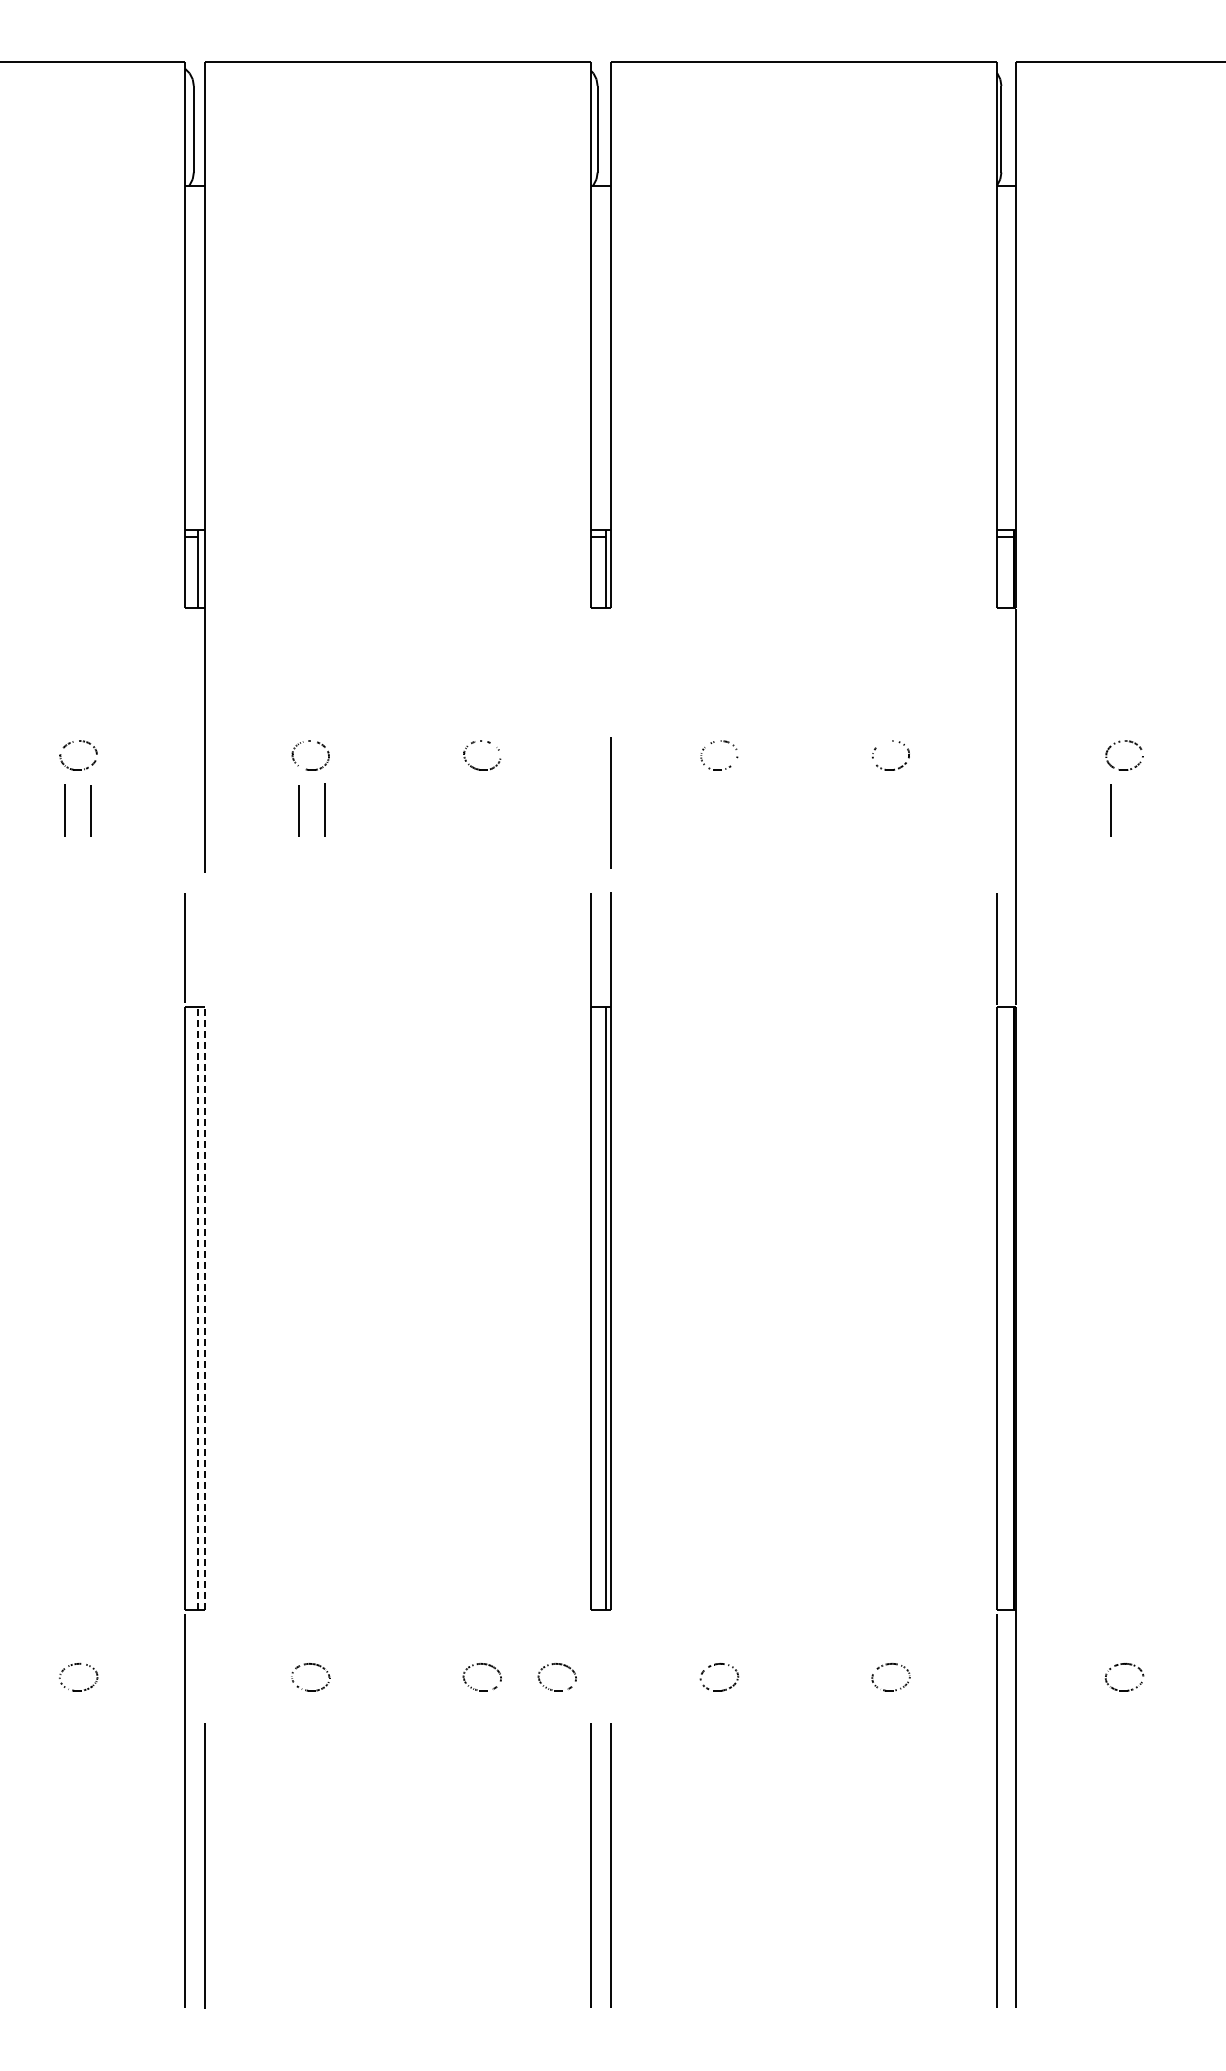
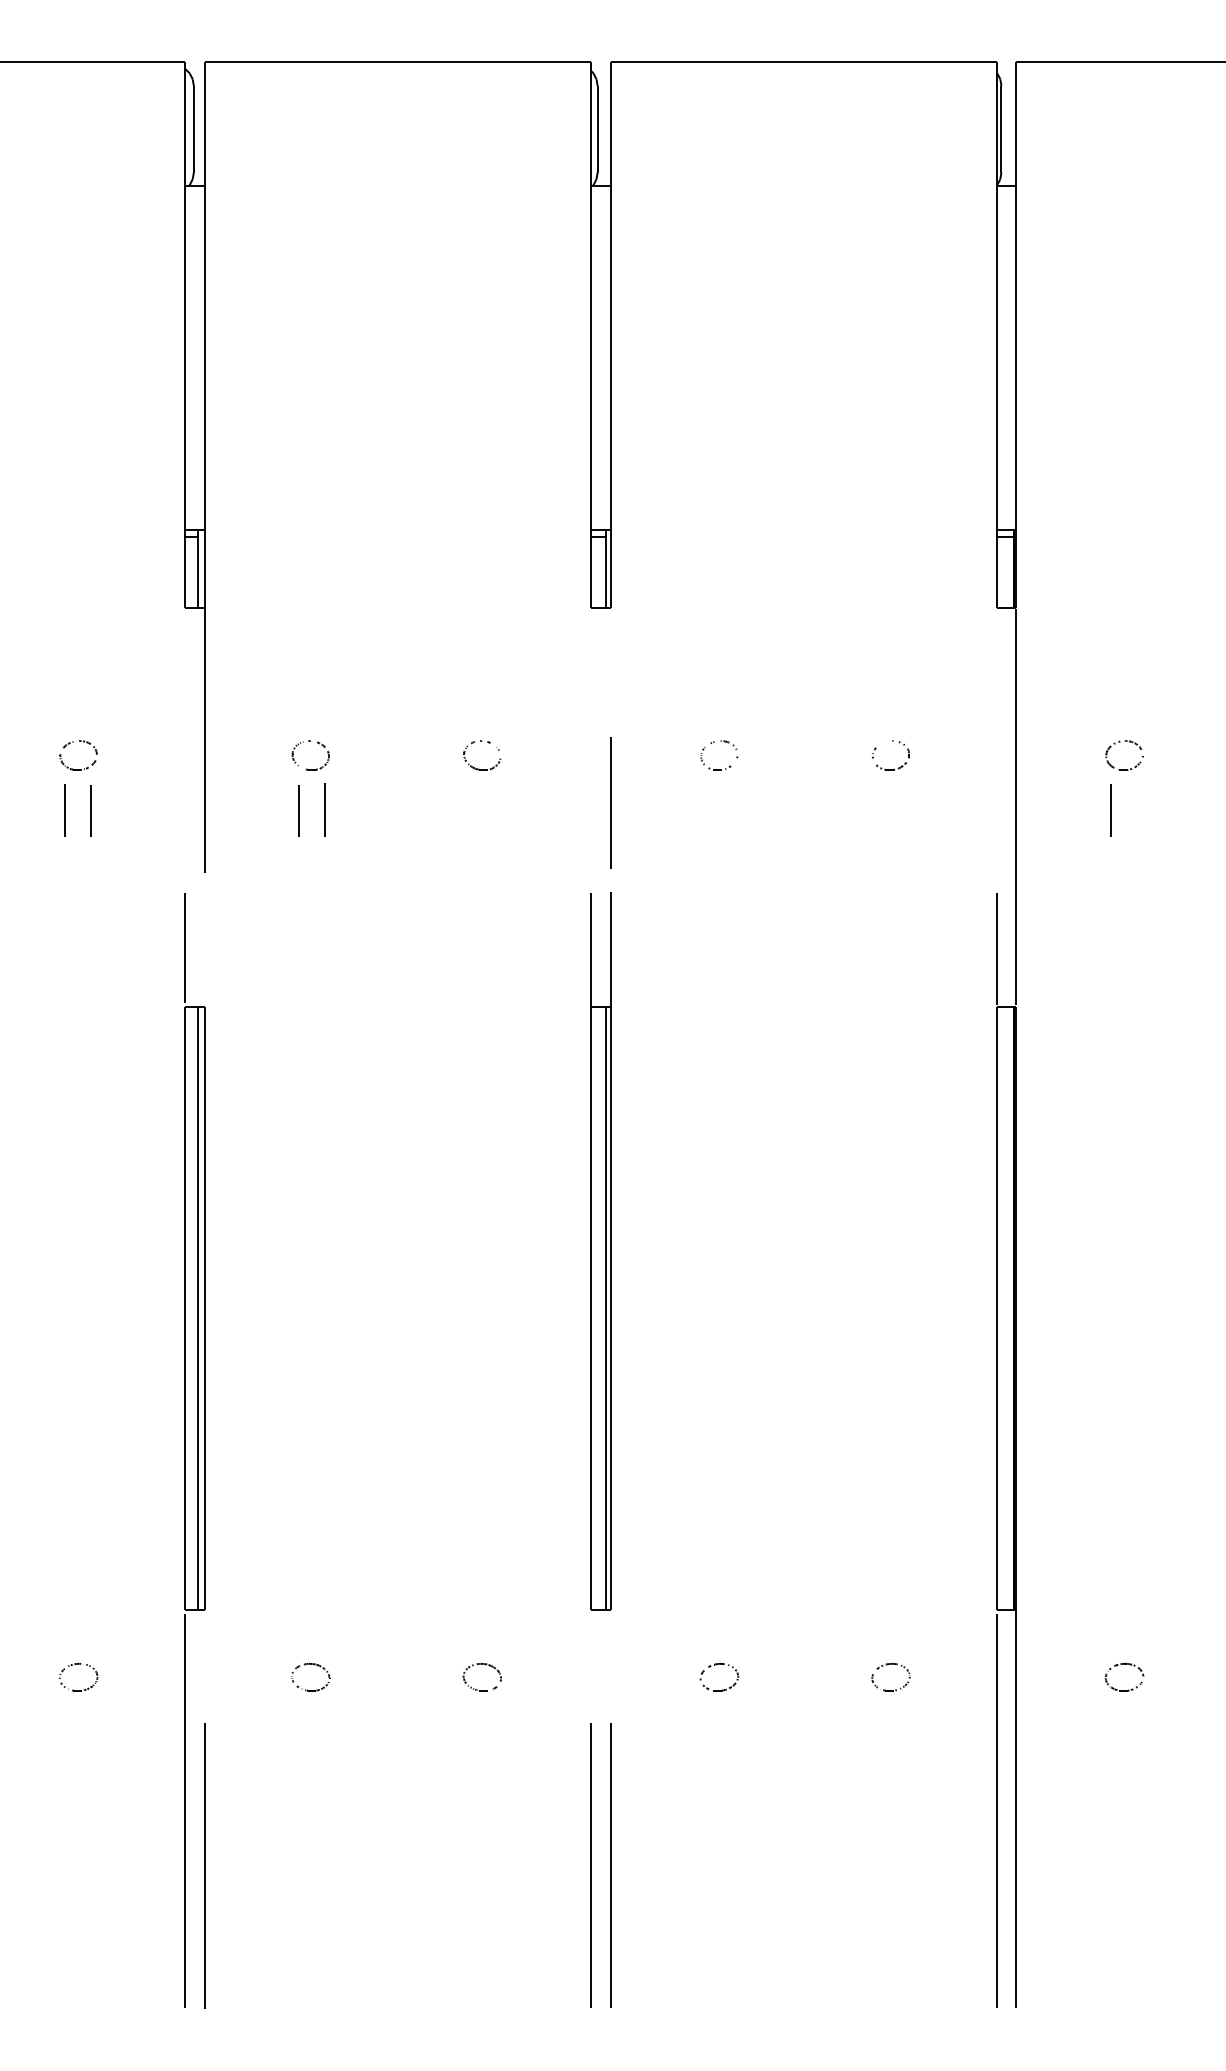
line at (198, 1308): dashed -> solid
line at (204, 1308): dashed -> solid
part at (550, 1688): present -> none
